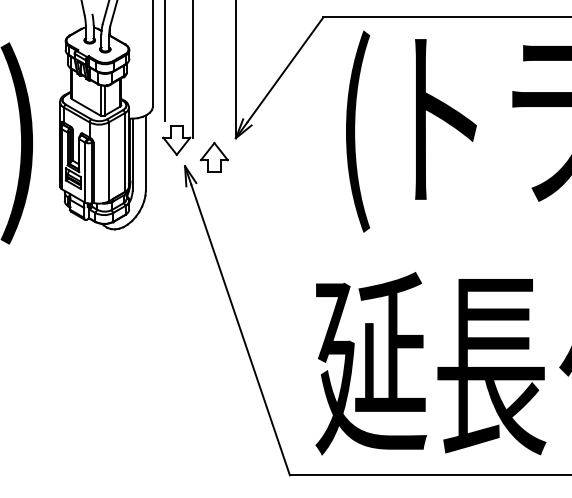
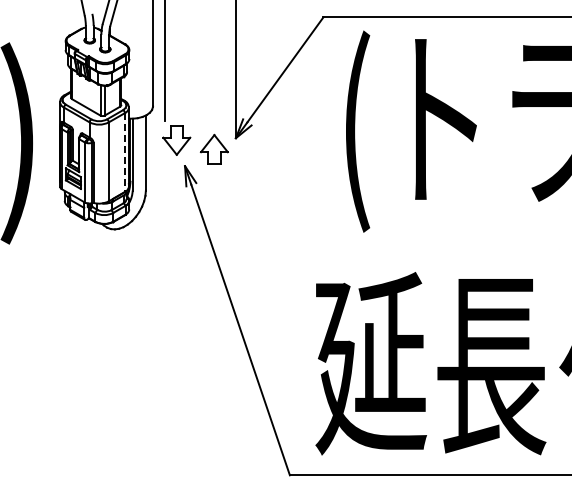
line at (192, 70): present -> none
line at (124, 153): solid -> dashed
part at (213, 156) position: (213, 156) -> (213, 148)
